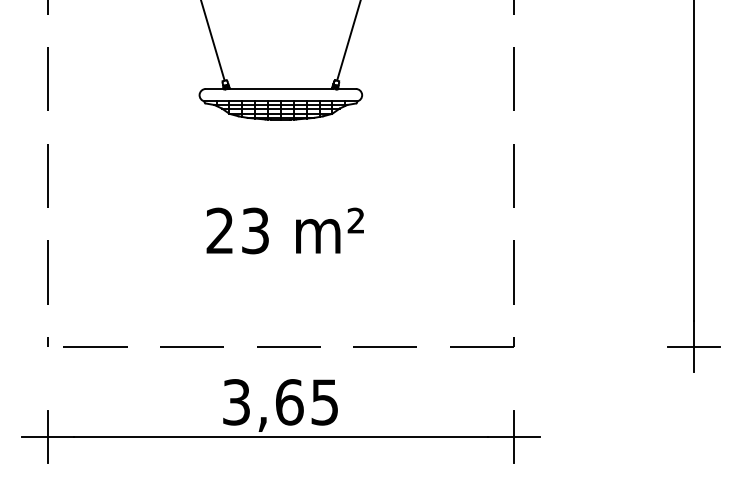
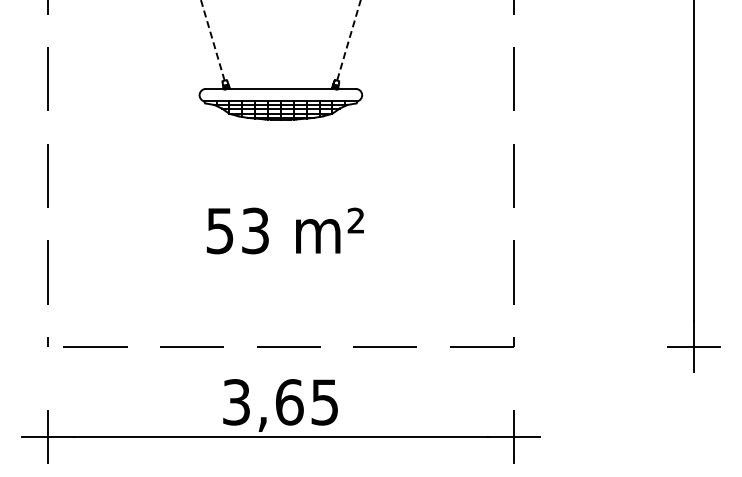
line at (212, 40): solid -> dashed
line at (348, 40): solid -> dashed
text at (219, 230): 23 -> 53
